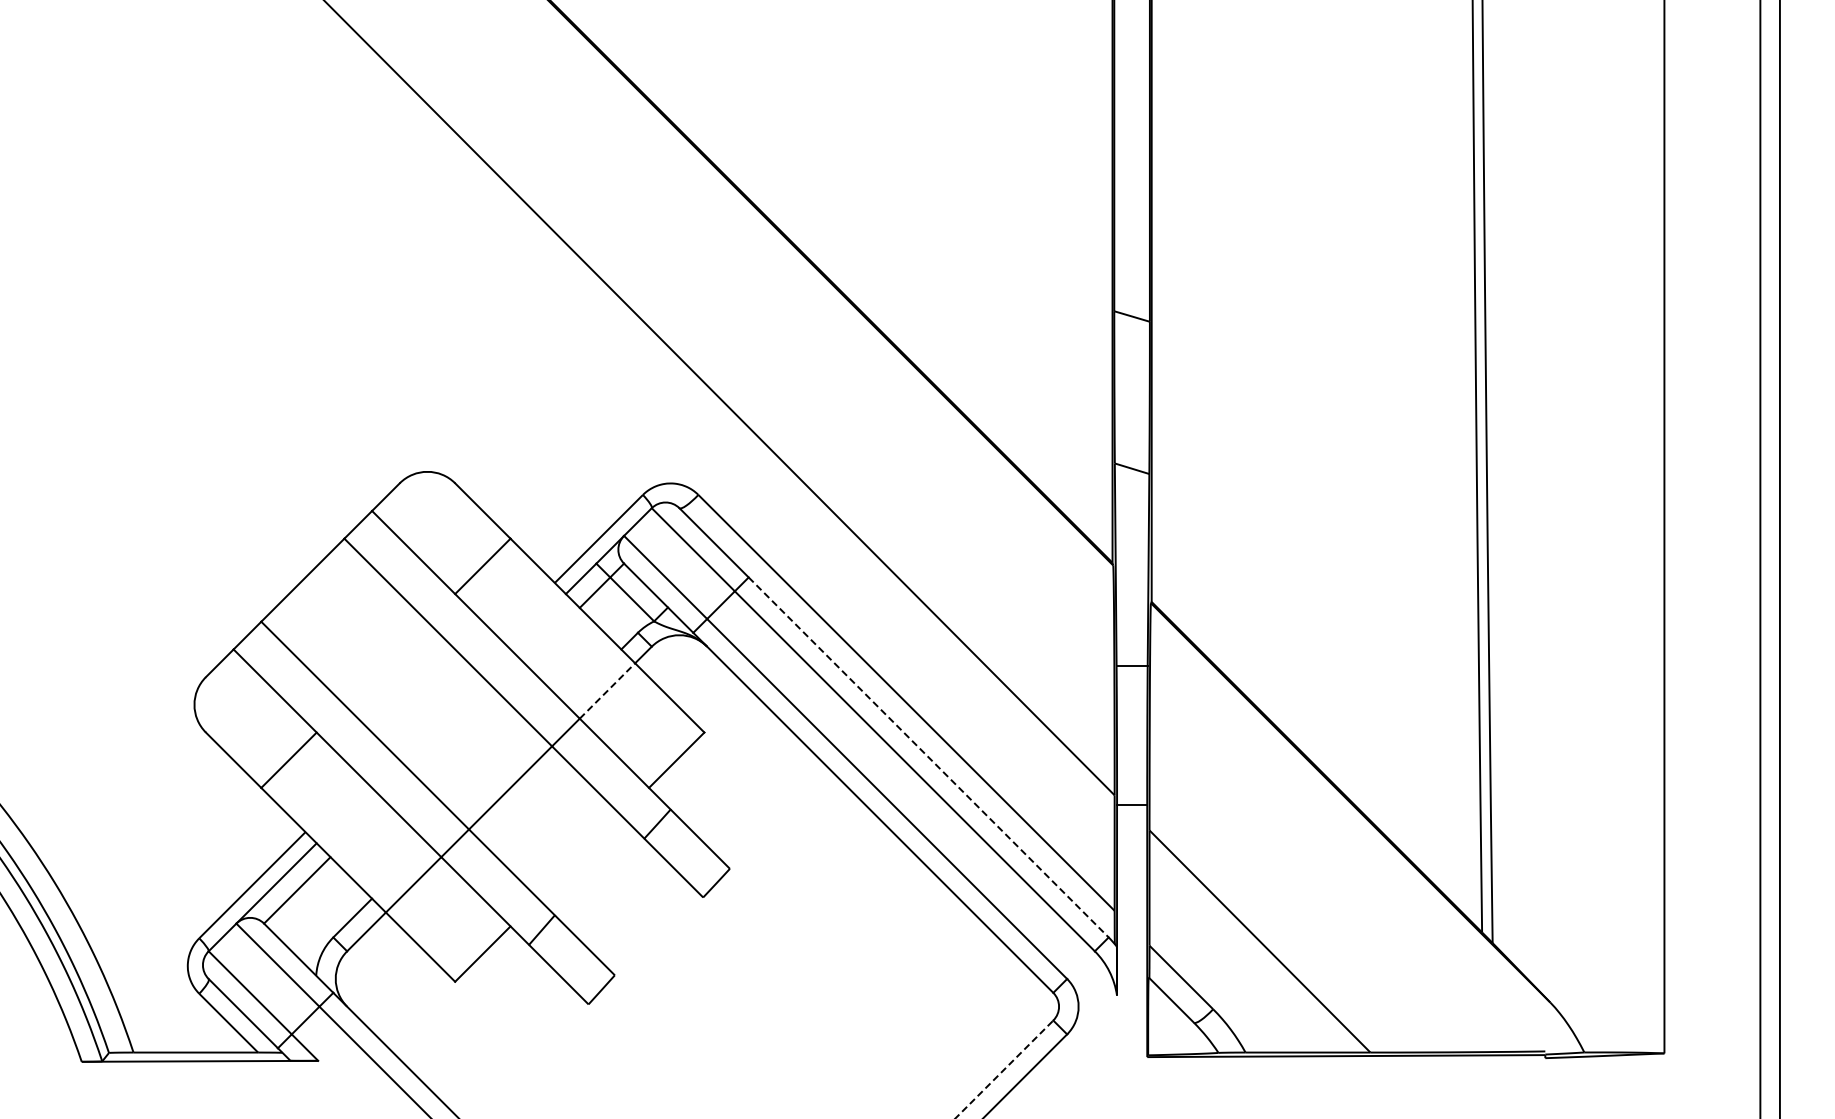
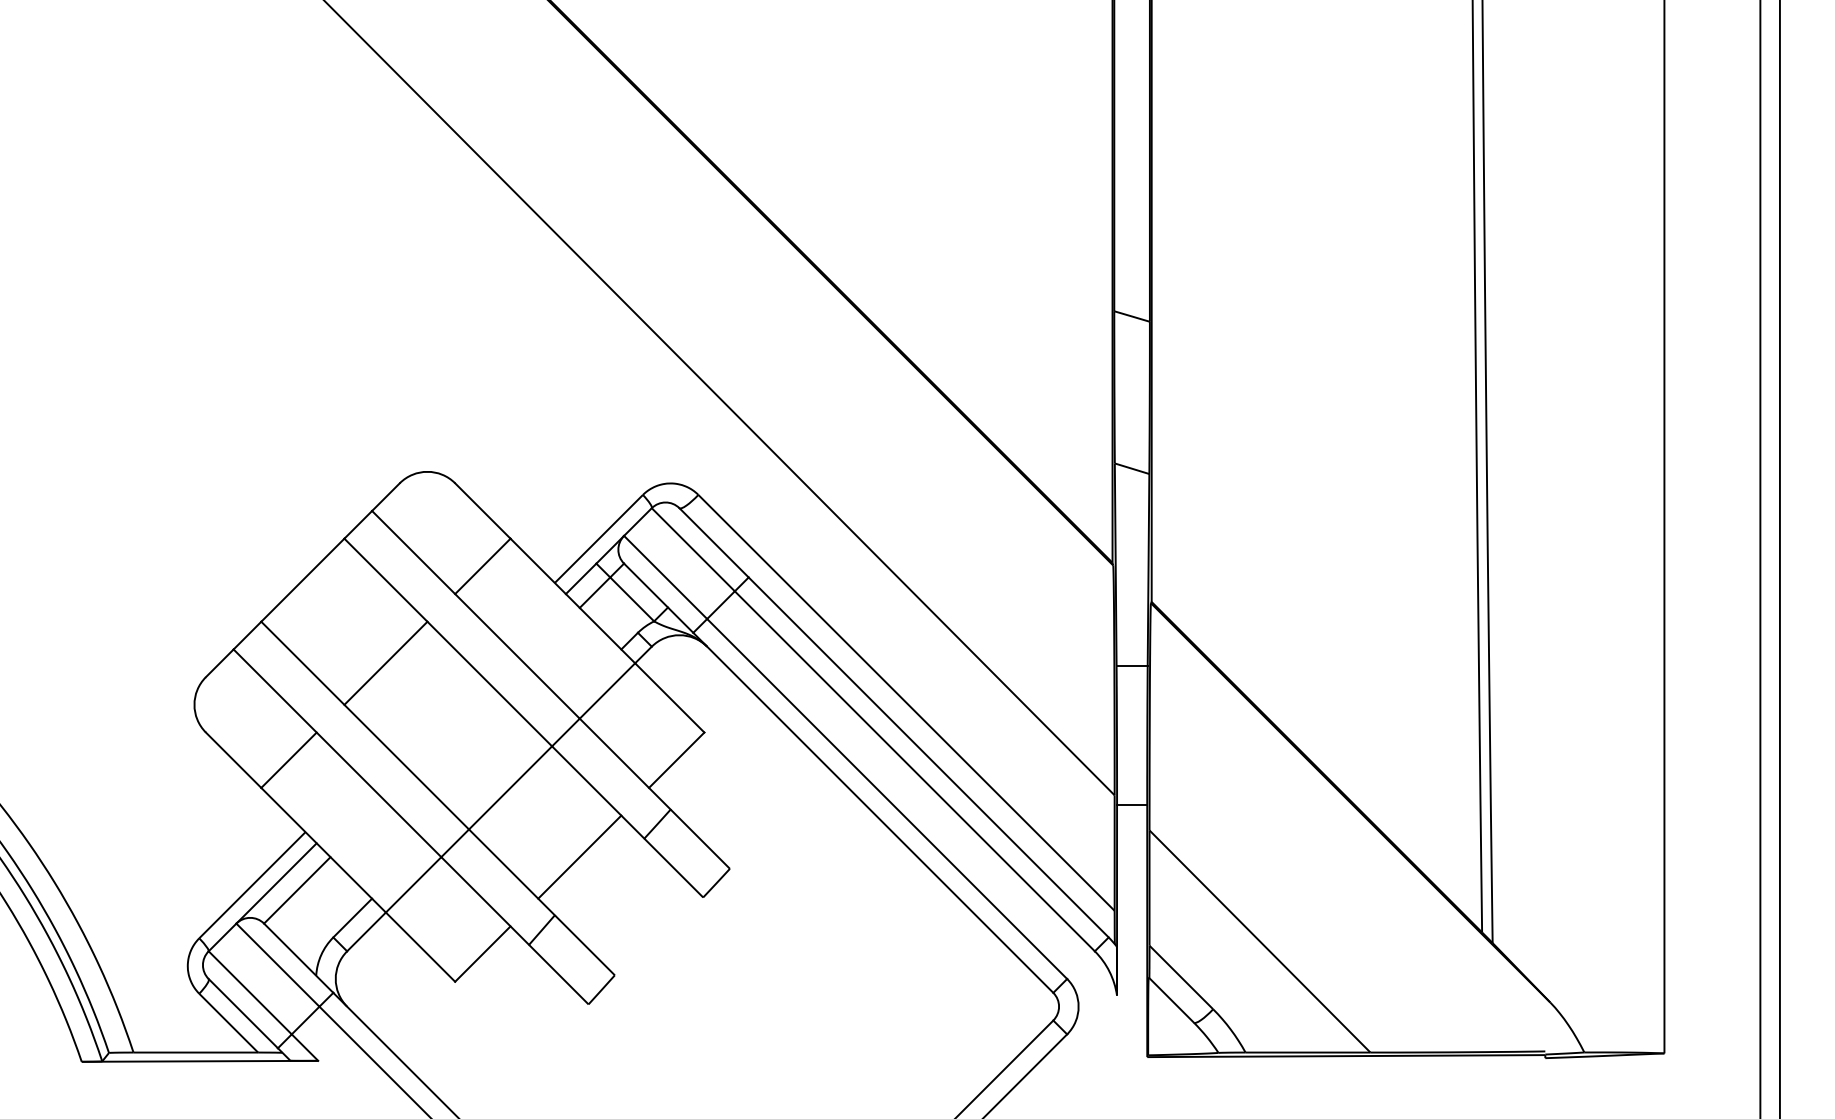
line at (385, 662): none -> present
line at (607, 690): dashed -> solid
line at (928, 757): dashed -> solid
line at (579, 856): none -> present
line at (1004, 1069): dashed -> solid
